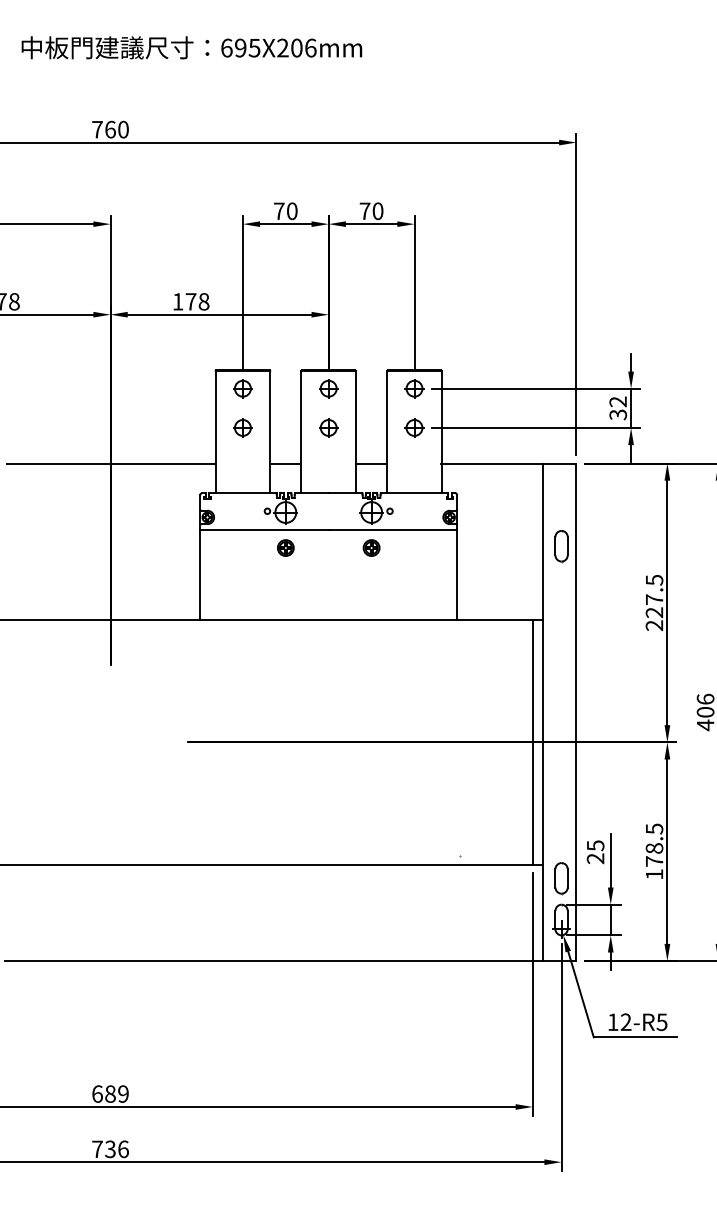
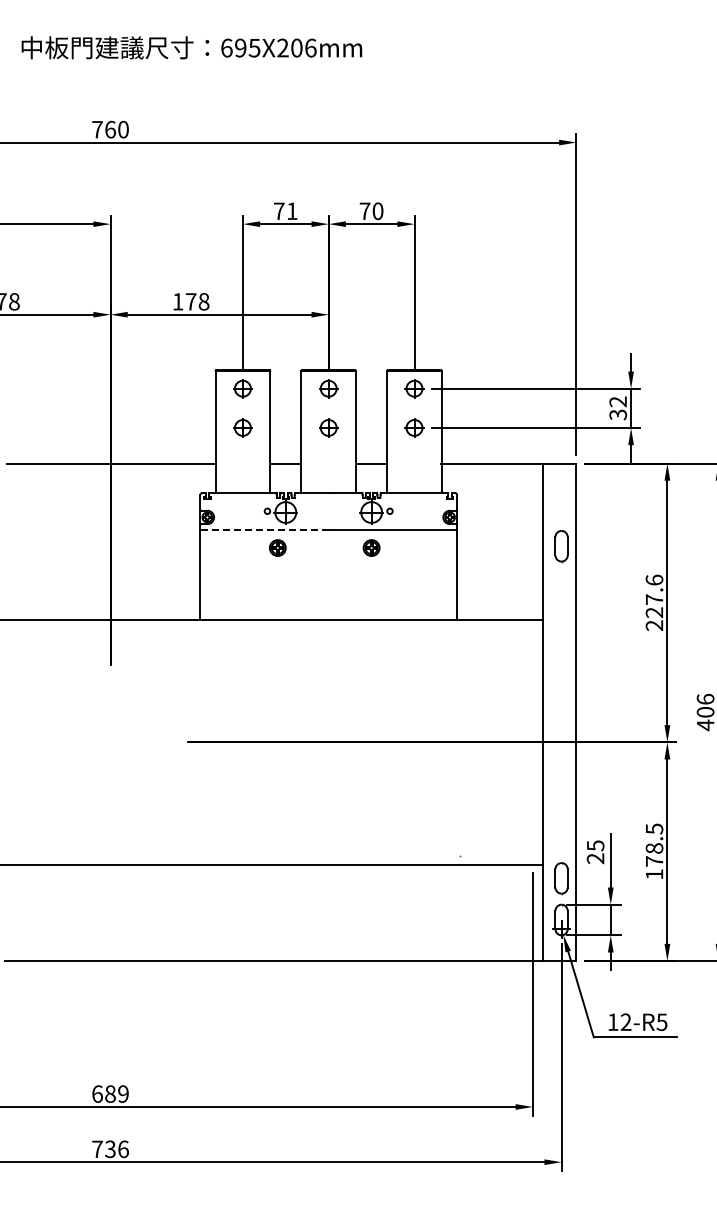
text at (292, 211): 70 -> 71
line at (263, 529): solid -> dashed
part at (285, 547) position: (285, 547) -> (277, 547)
text at (654, 579): 227.5 -> 227.6
line at (532, 741): present -> none
